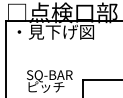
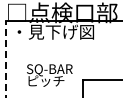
line at (5, 59): solid -> dashed
text at (49, 81) position: (49, 81) -> (49, 75)
